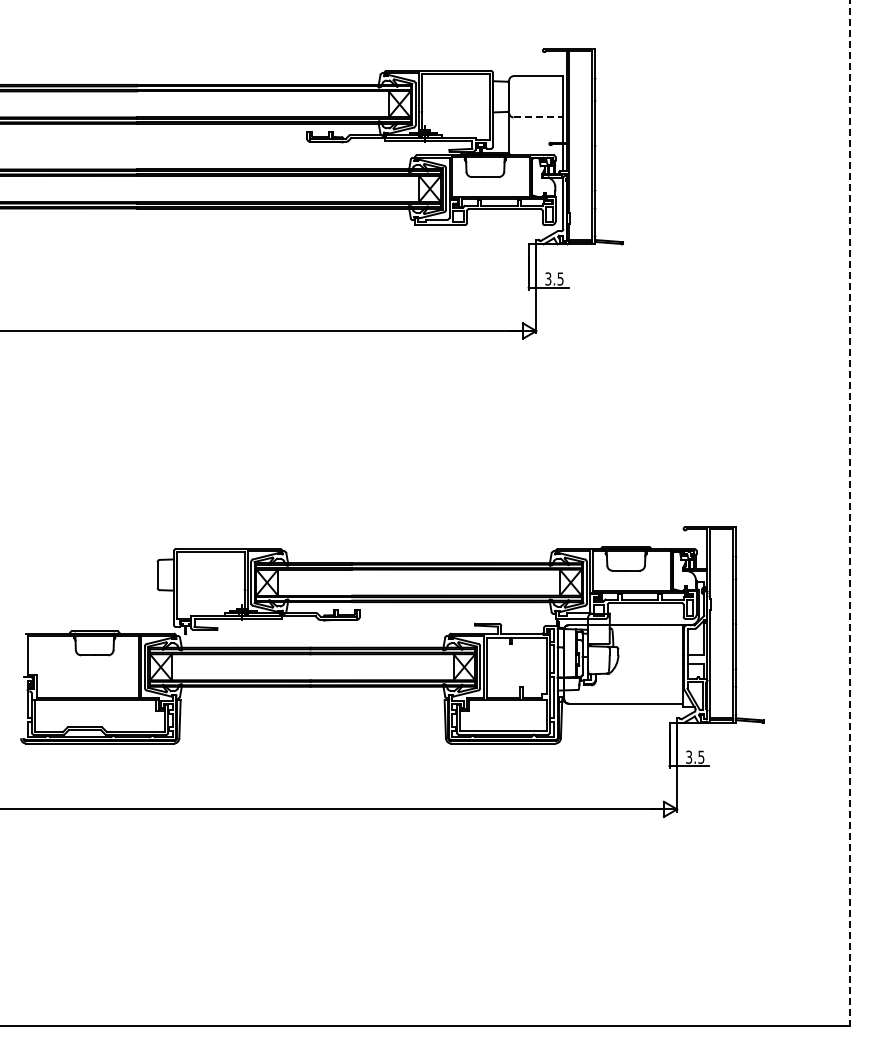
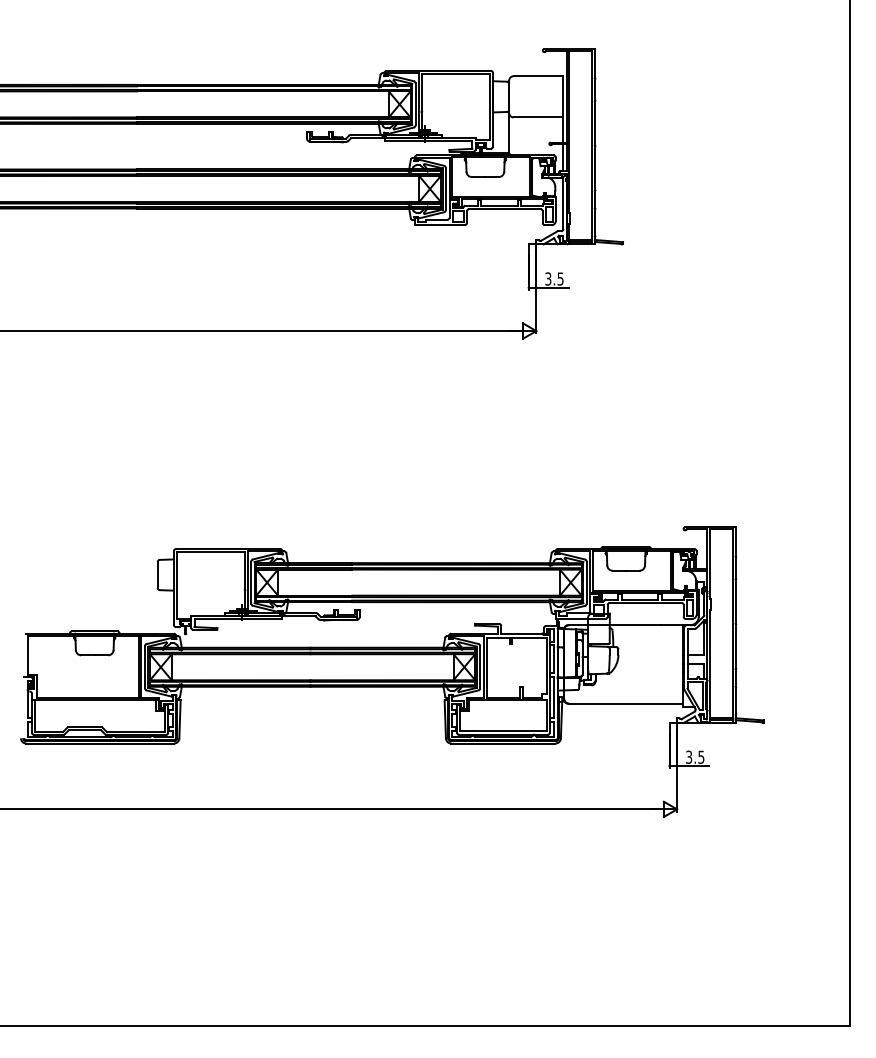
line at (538, 117): dashed -> solid
line at (849, 513): dashed -> solid
